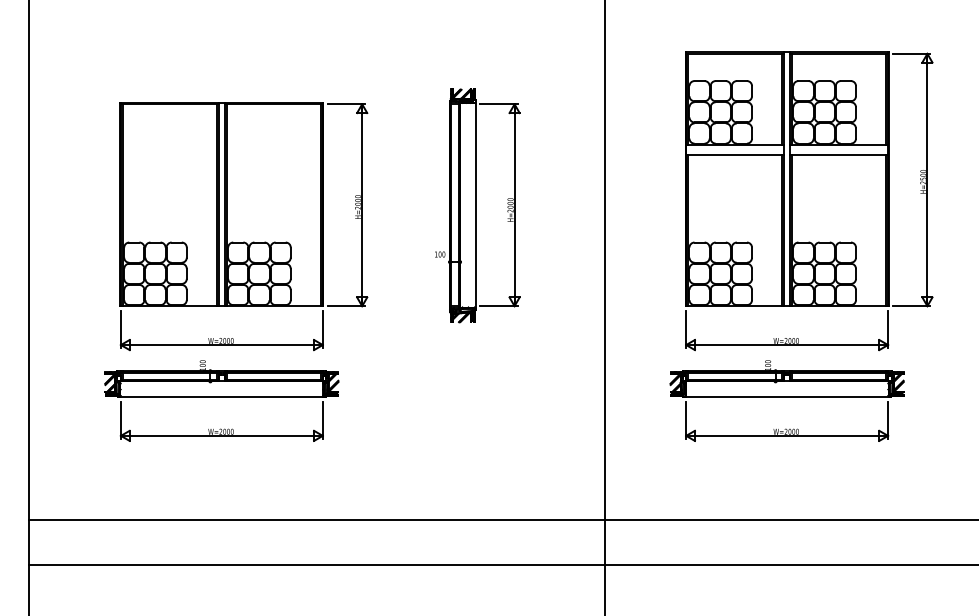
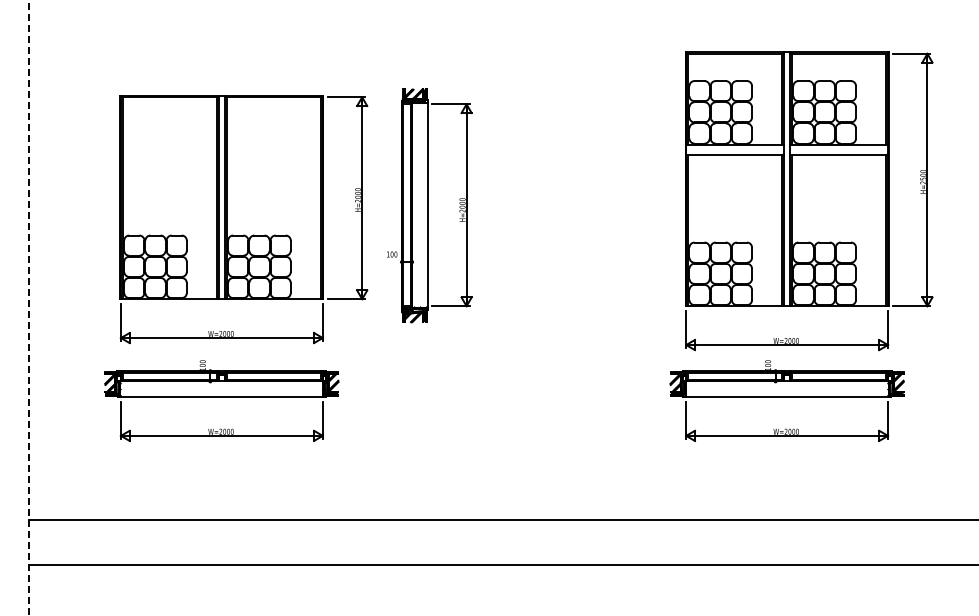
part at (477, 205) position: (477, 205) -> (429, 205)
part at (243, 226) position: (243, 226) -> (243, 219)
line at (29, 307): solid -> dashed
line at (604, 307): present -> none
